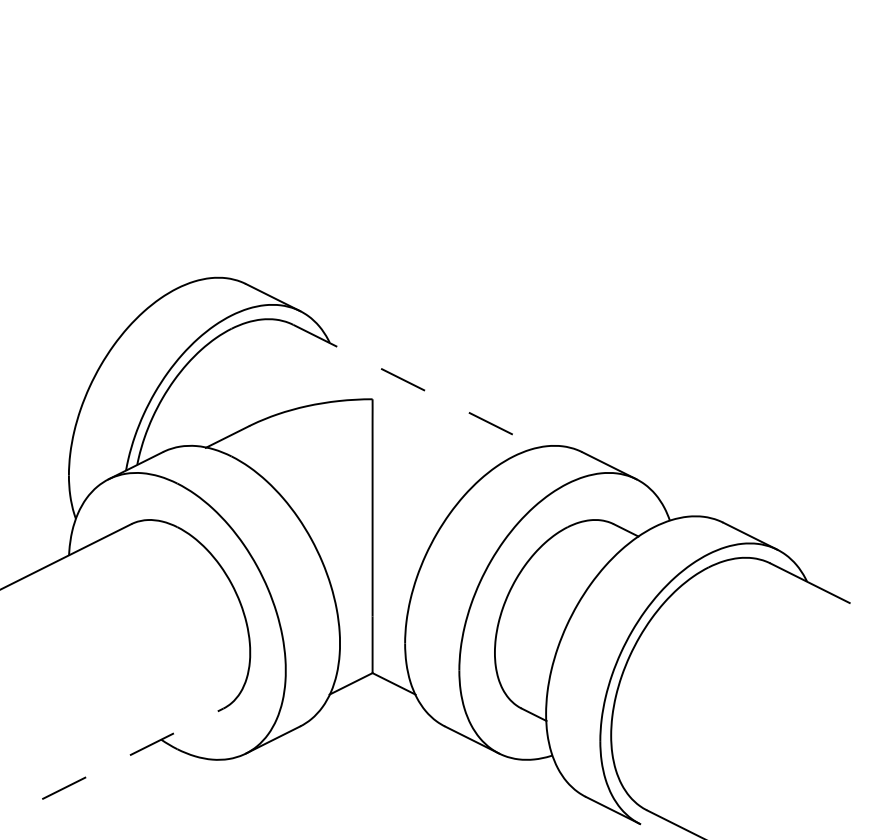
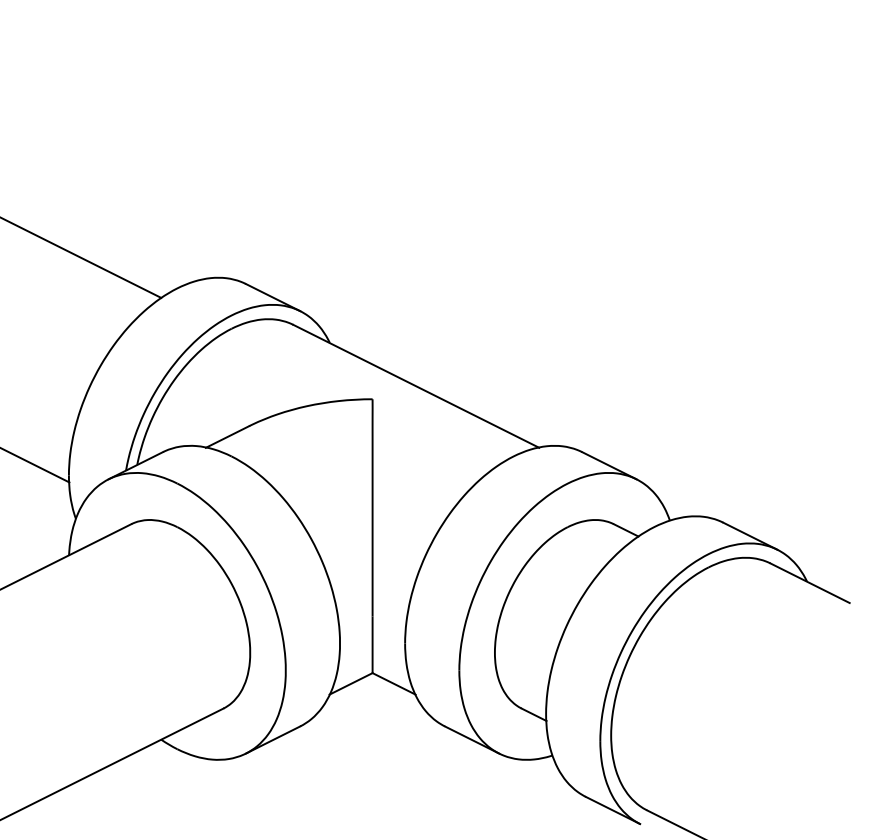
line at (81, 257): none -> present
line at (416, 386): dashed -> solid
line at (35, 465): none -> present
line at (111, 764): dashed -> solid
